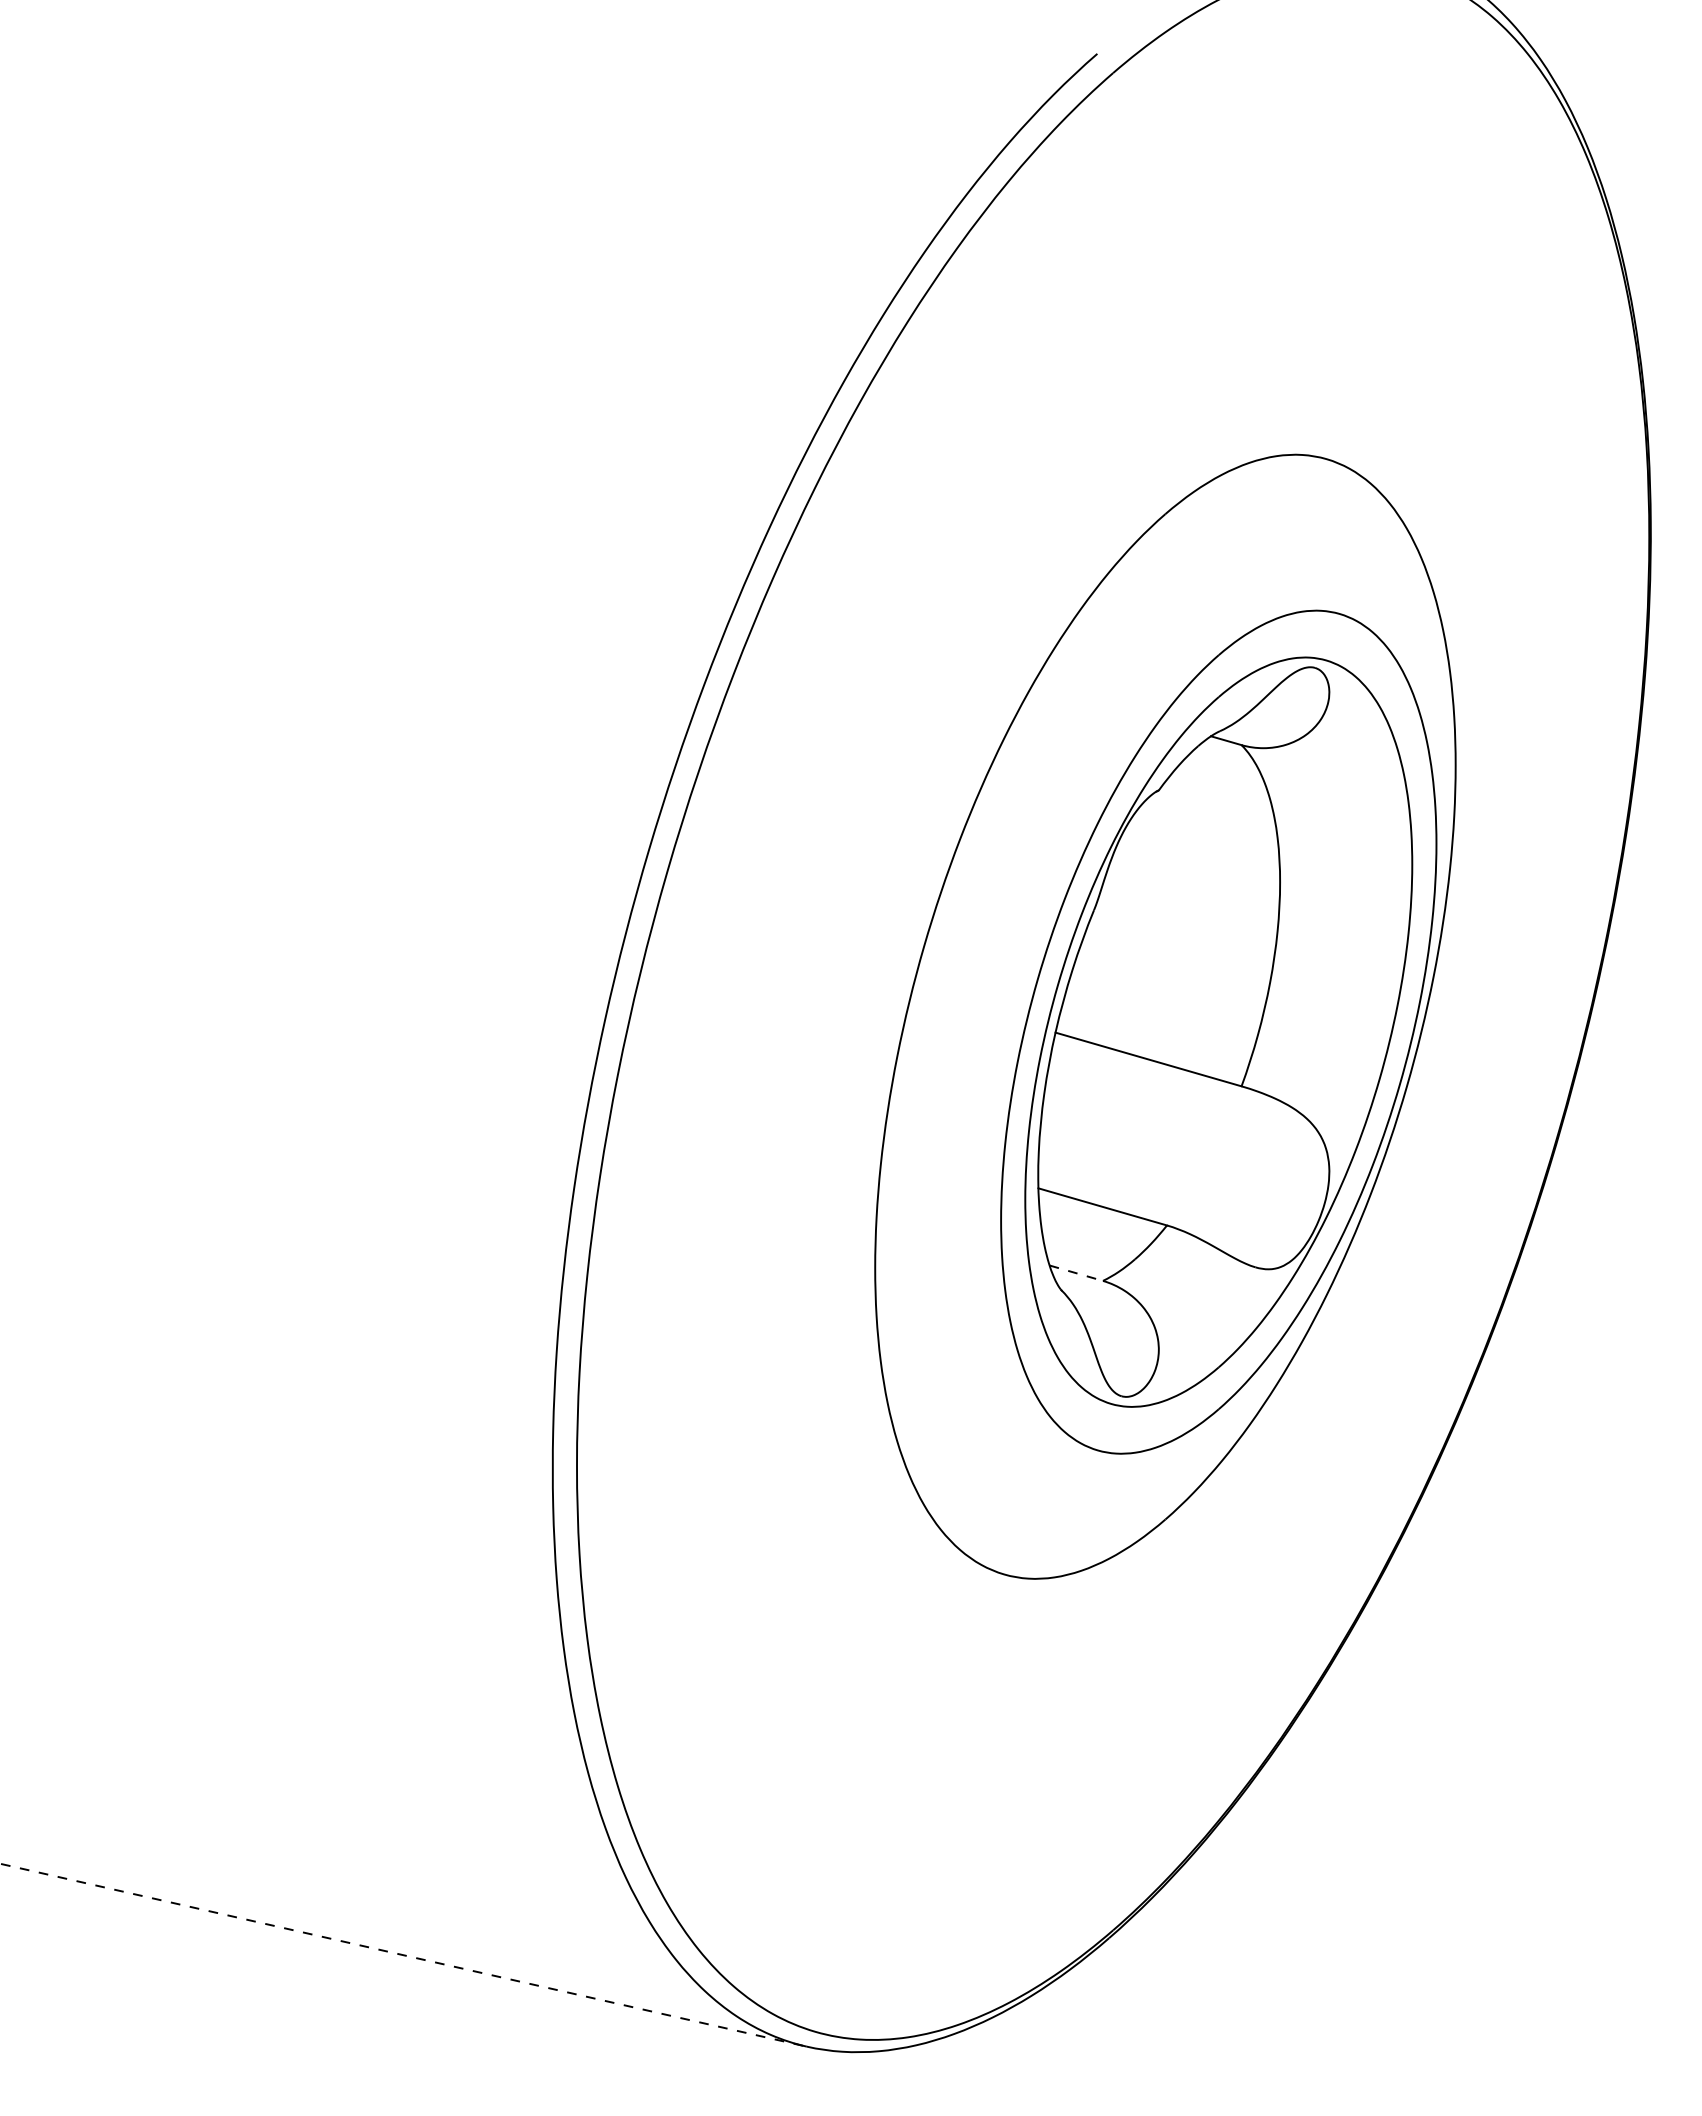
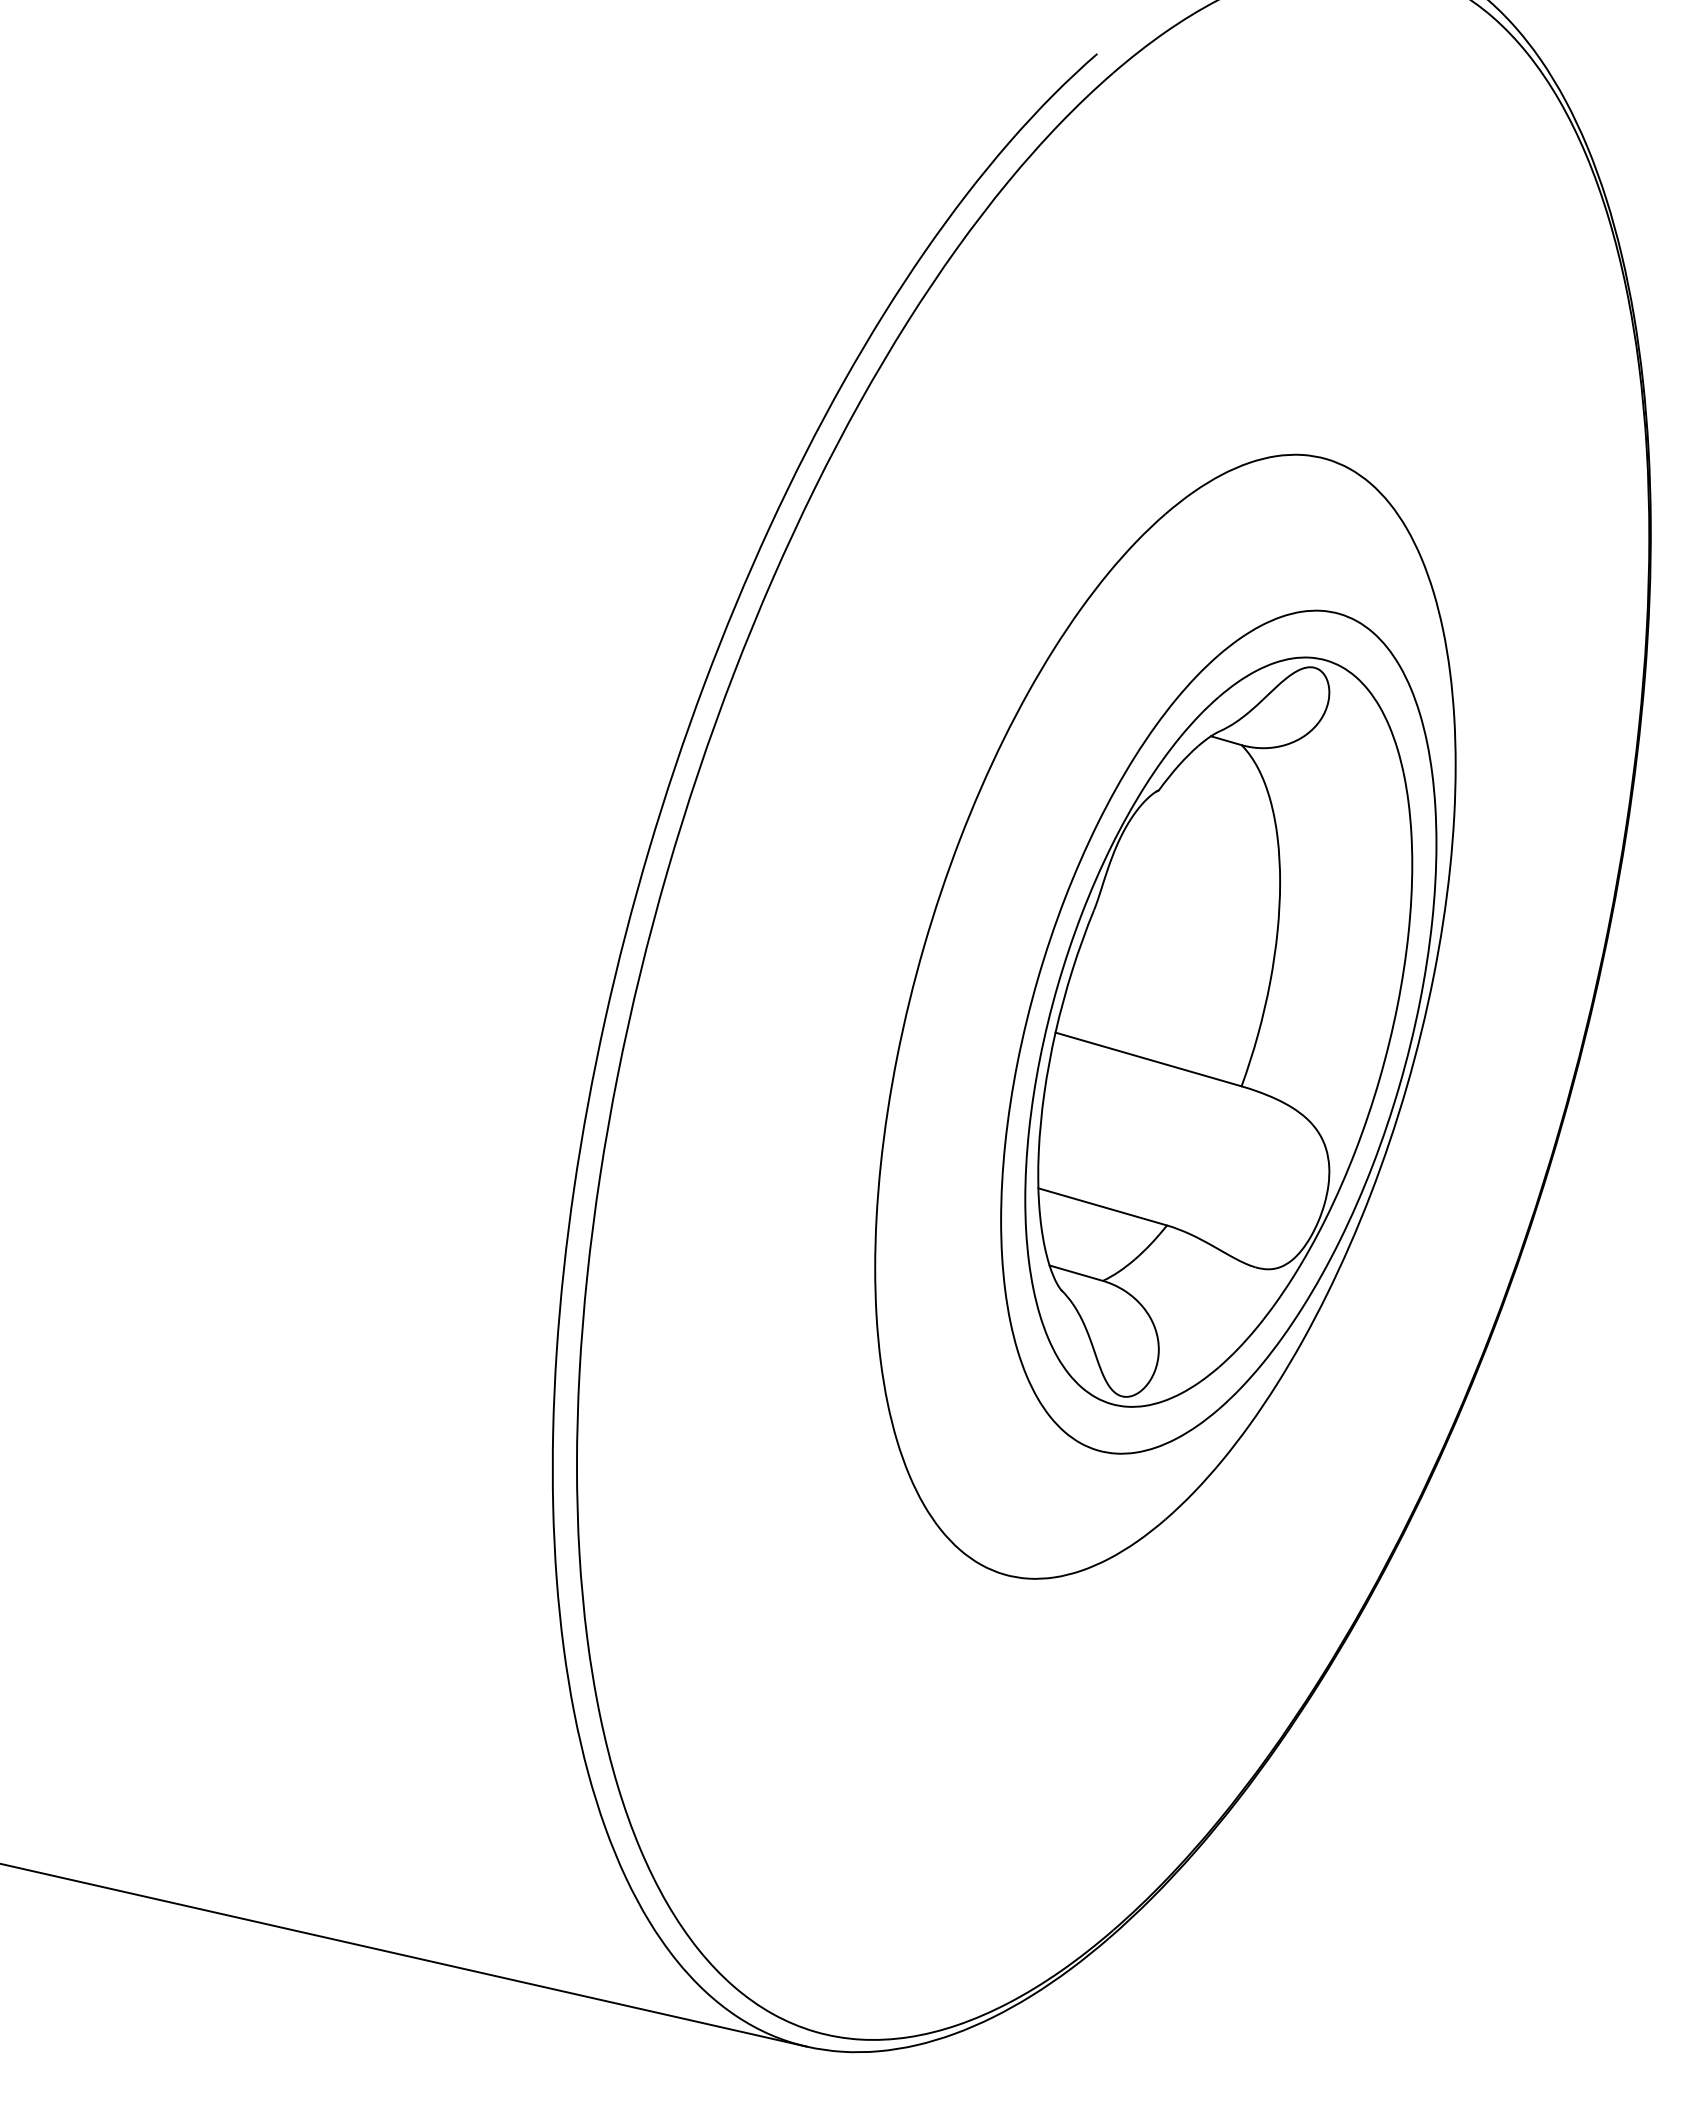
line at (1076, 1273): dashed -> solid
line at (404, 1955): dashed -> solid
